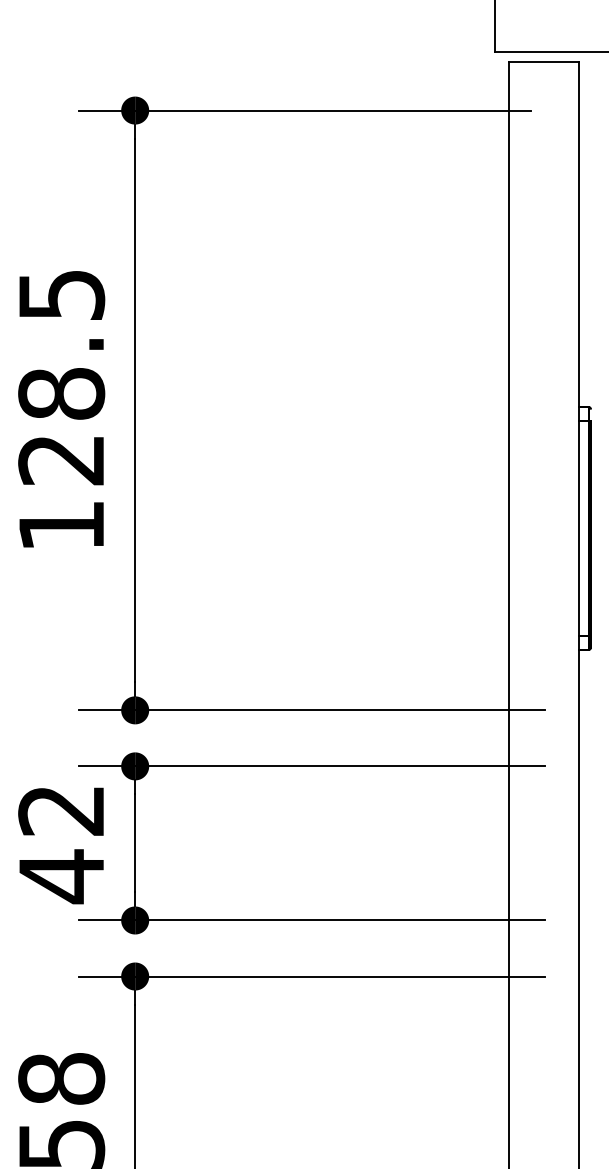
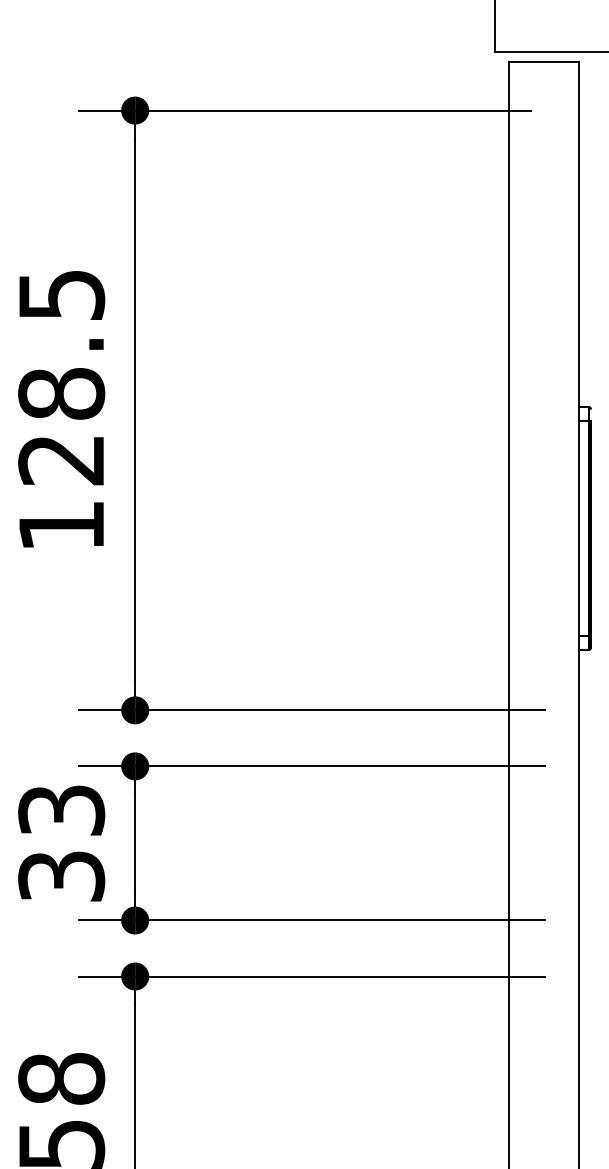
text at (61, 844): 42 -> 33
